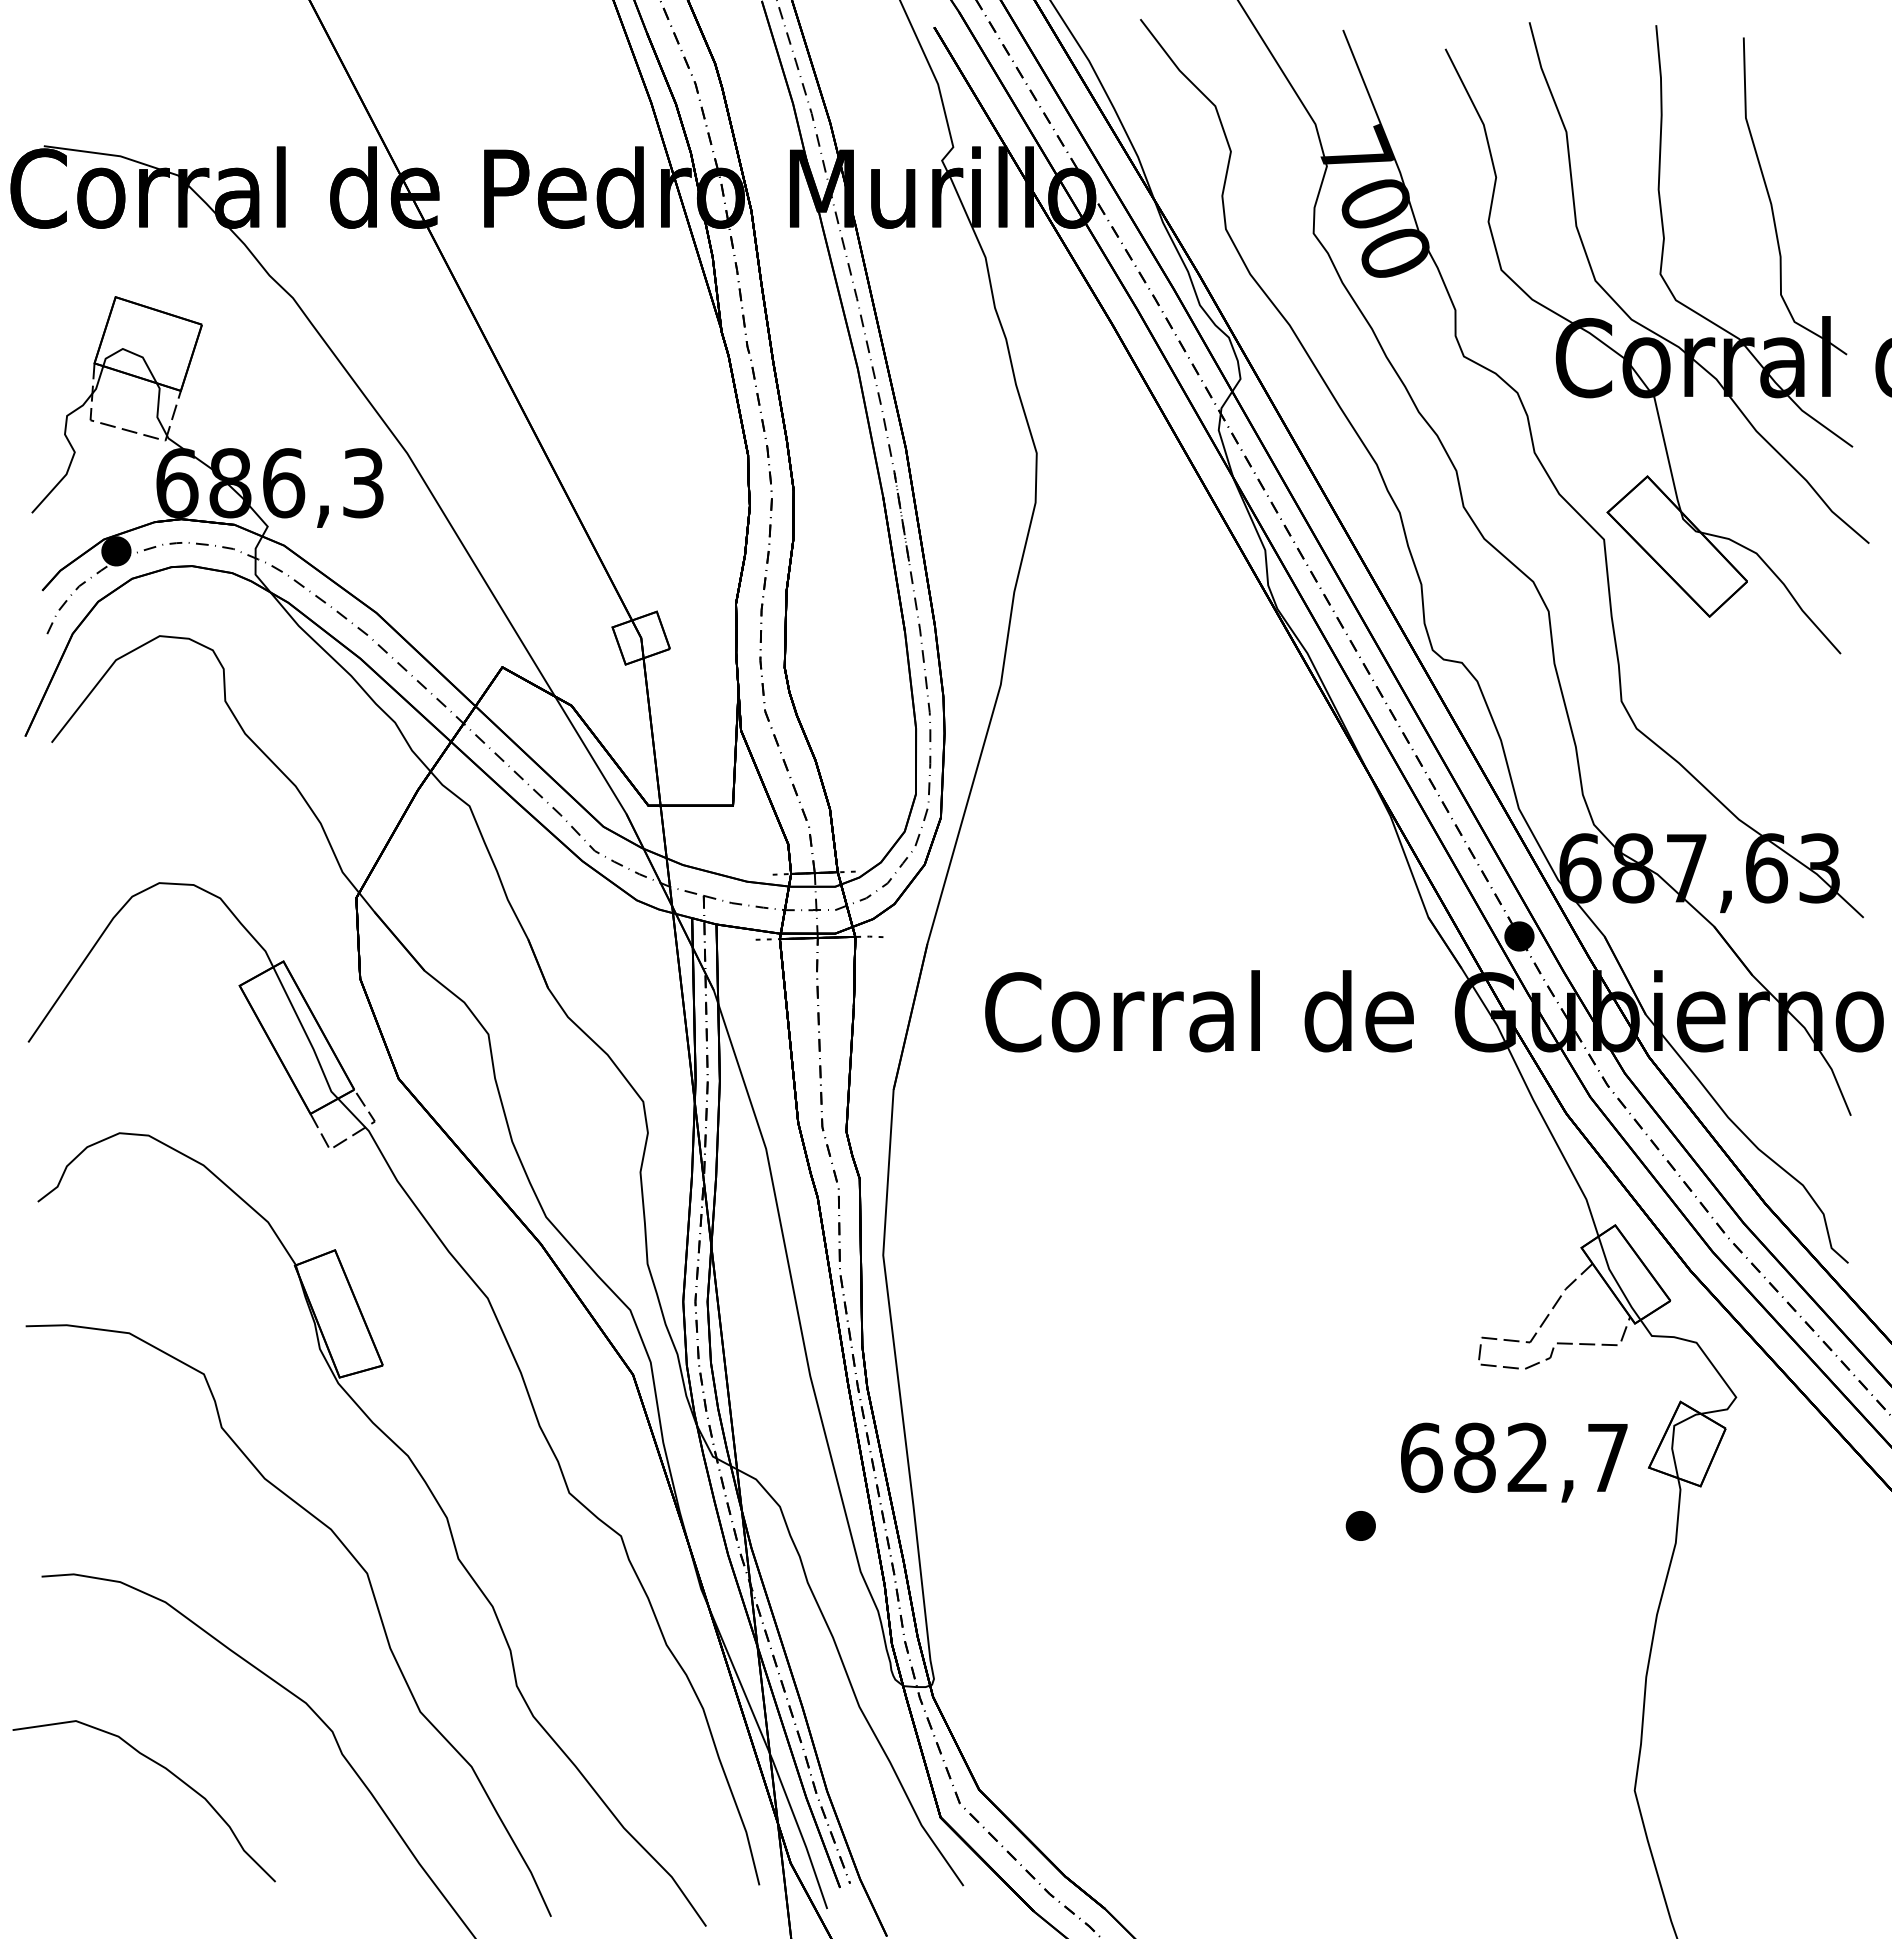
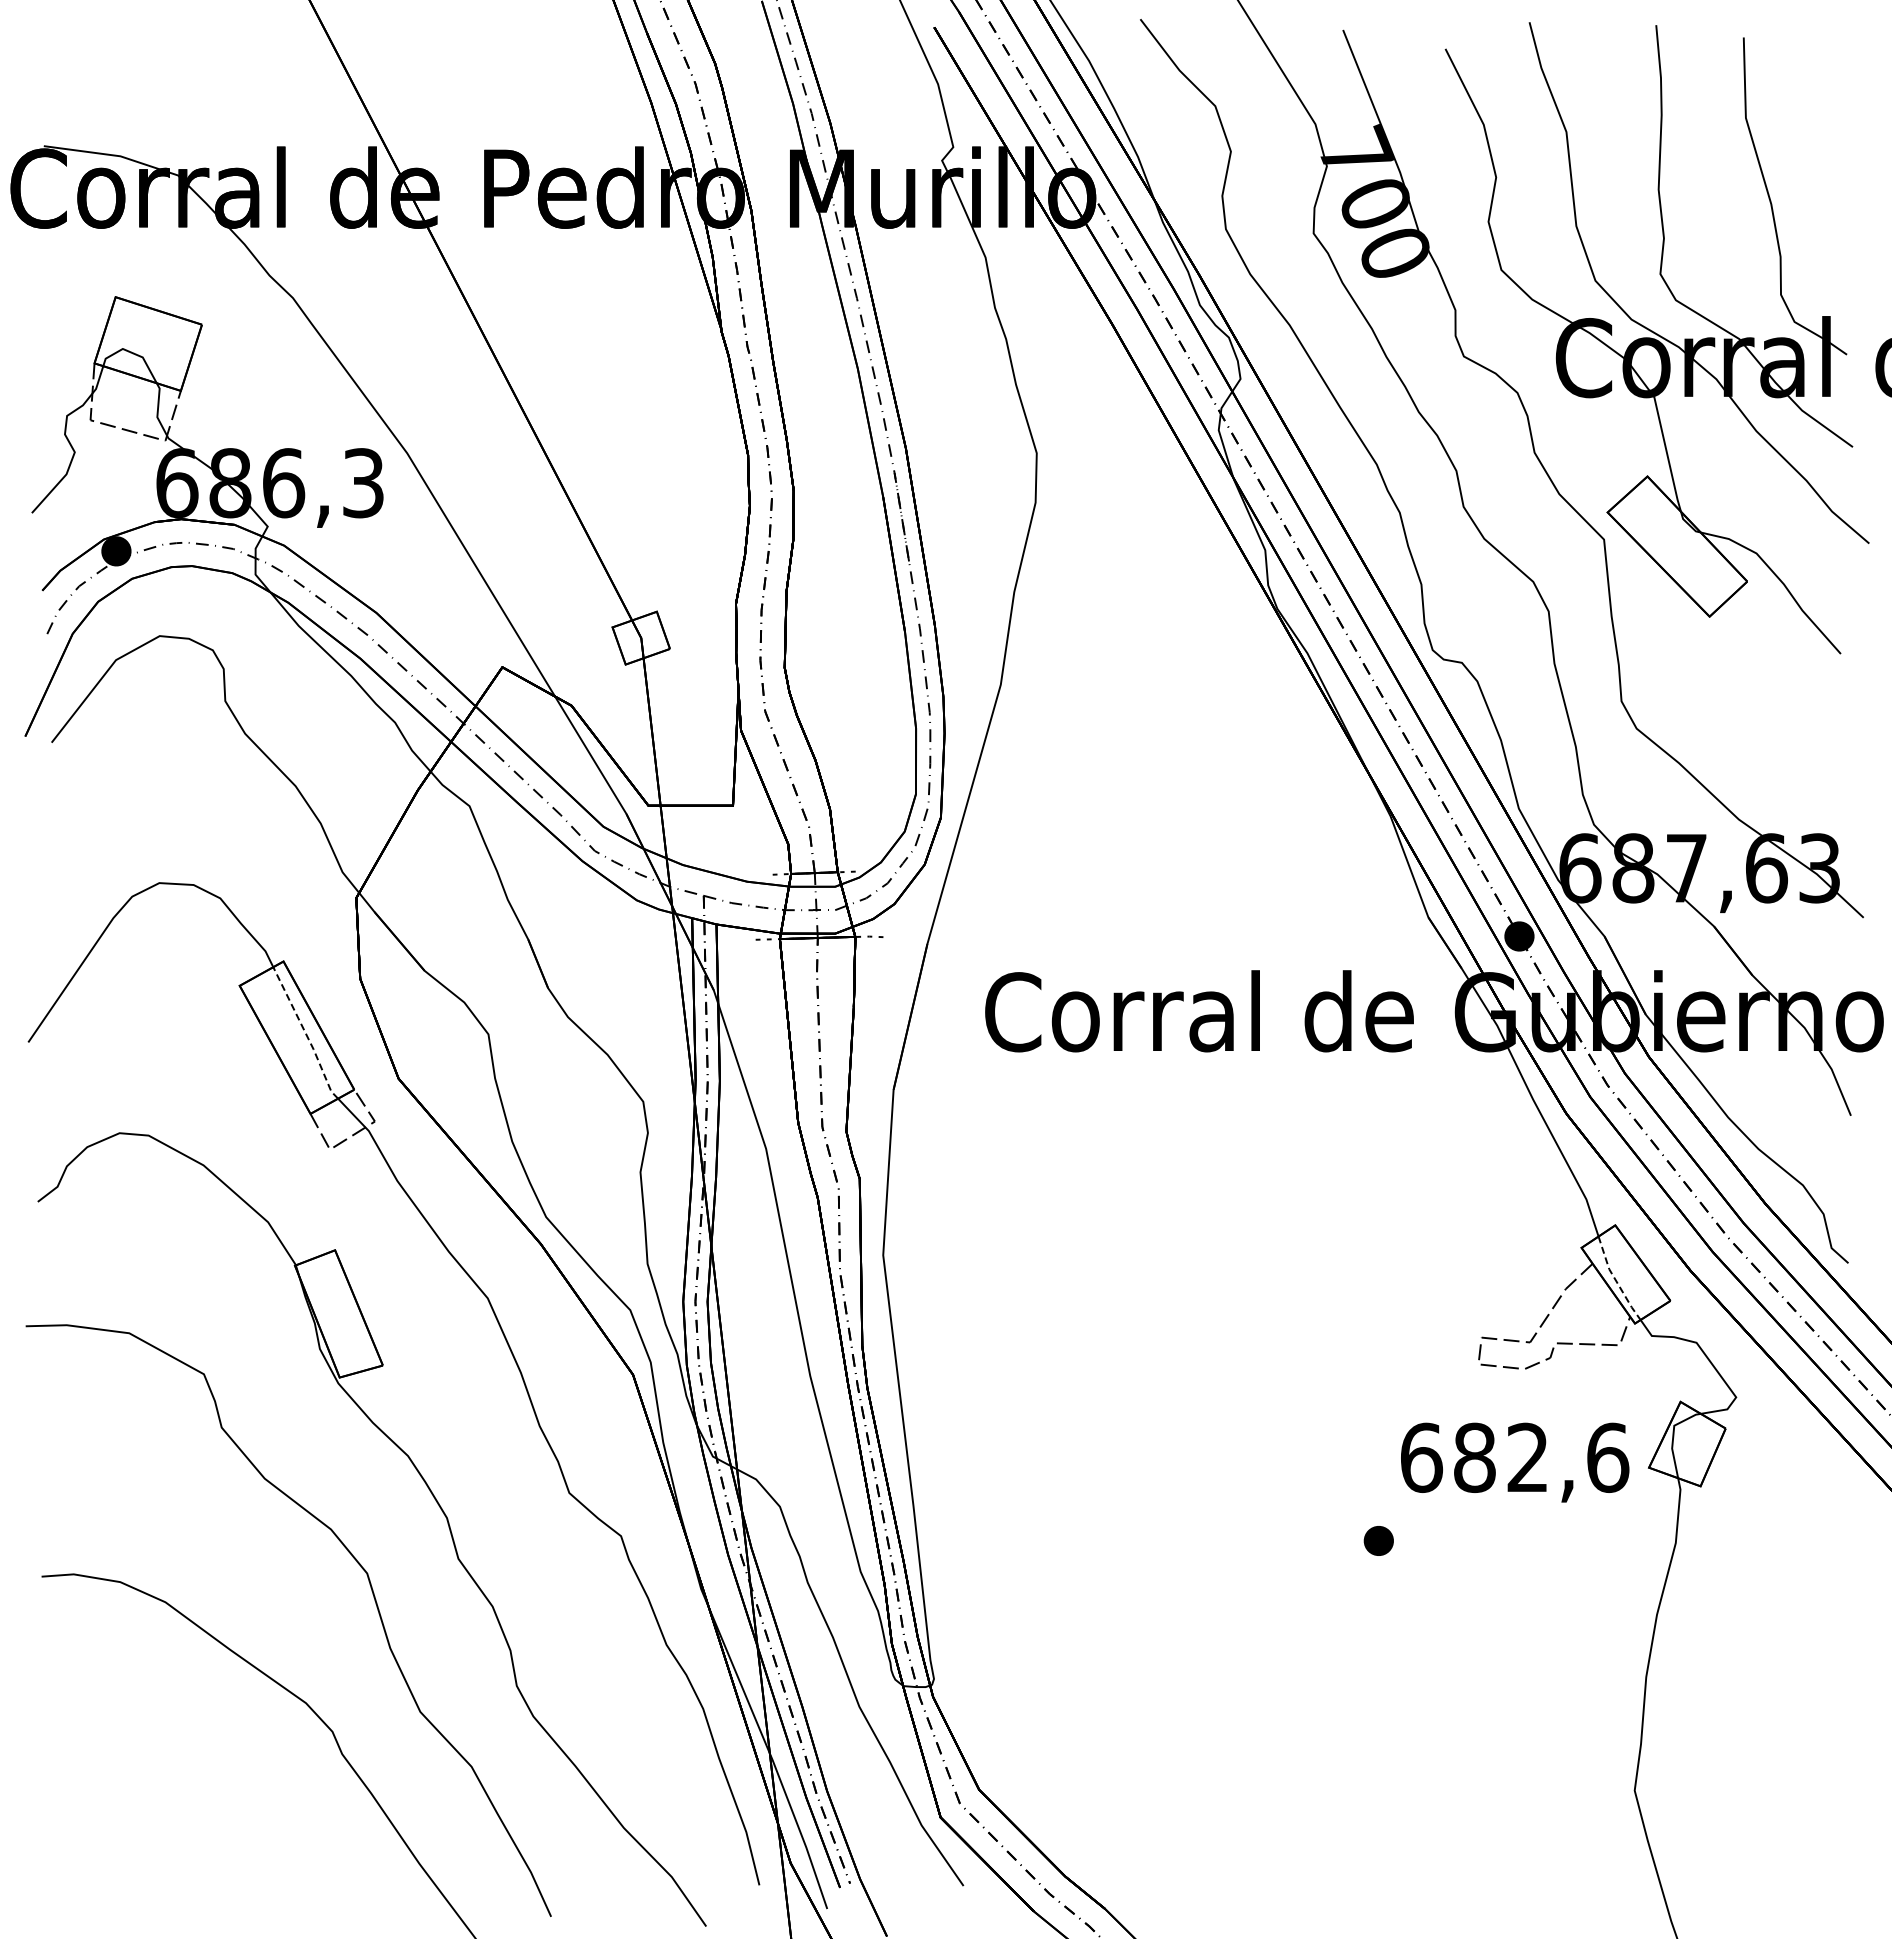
line at (306, 1034): solid -> dashed
line at (1615, 1280): solid -> dashed
text at (1608, 1457): 682,7 -> 682,6
part at (1360, 1525) position: (1360, 1525) -> (1378, 1540)
curve at (163, 1768): present -> none
